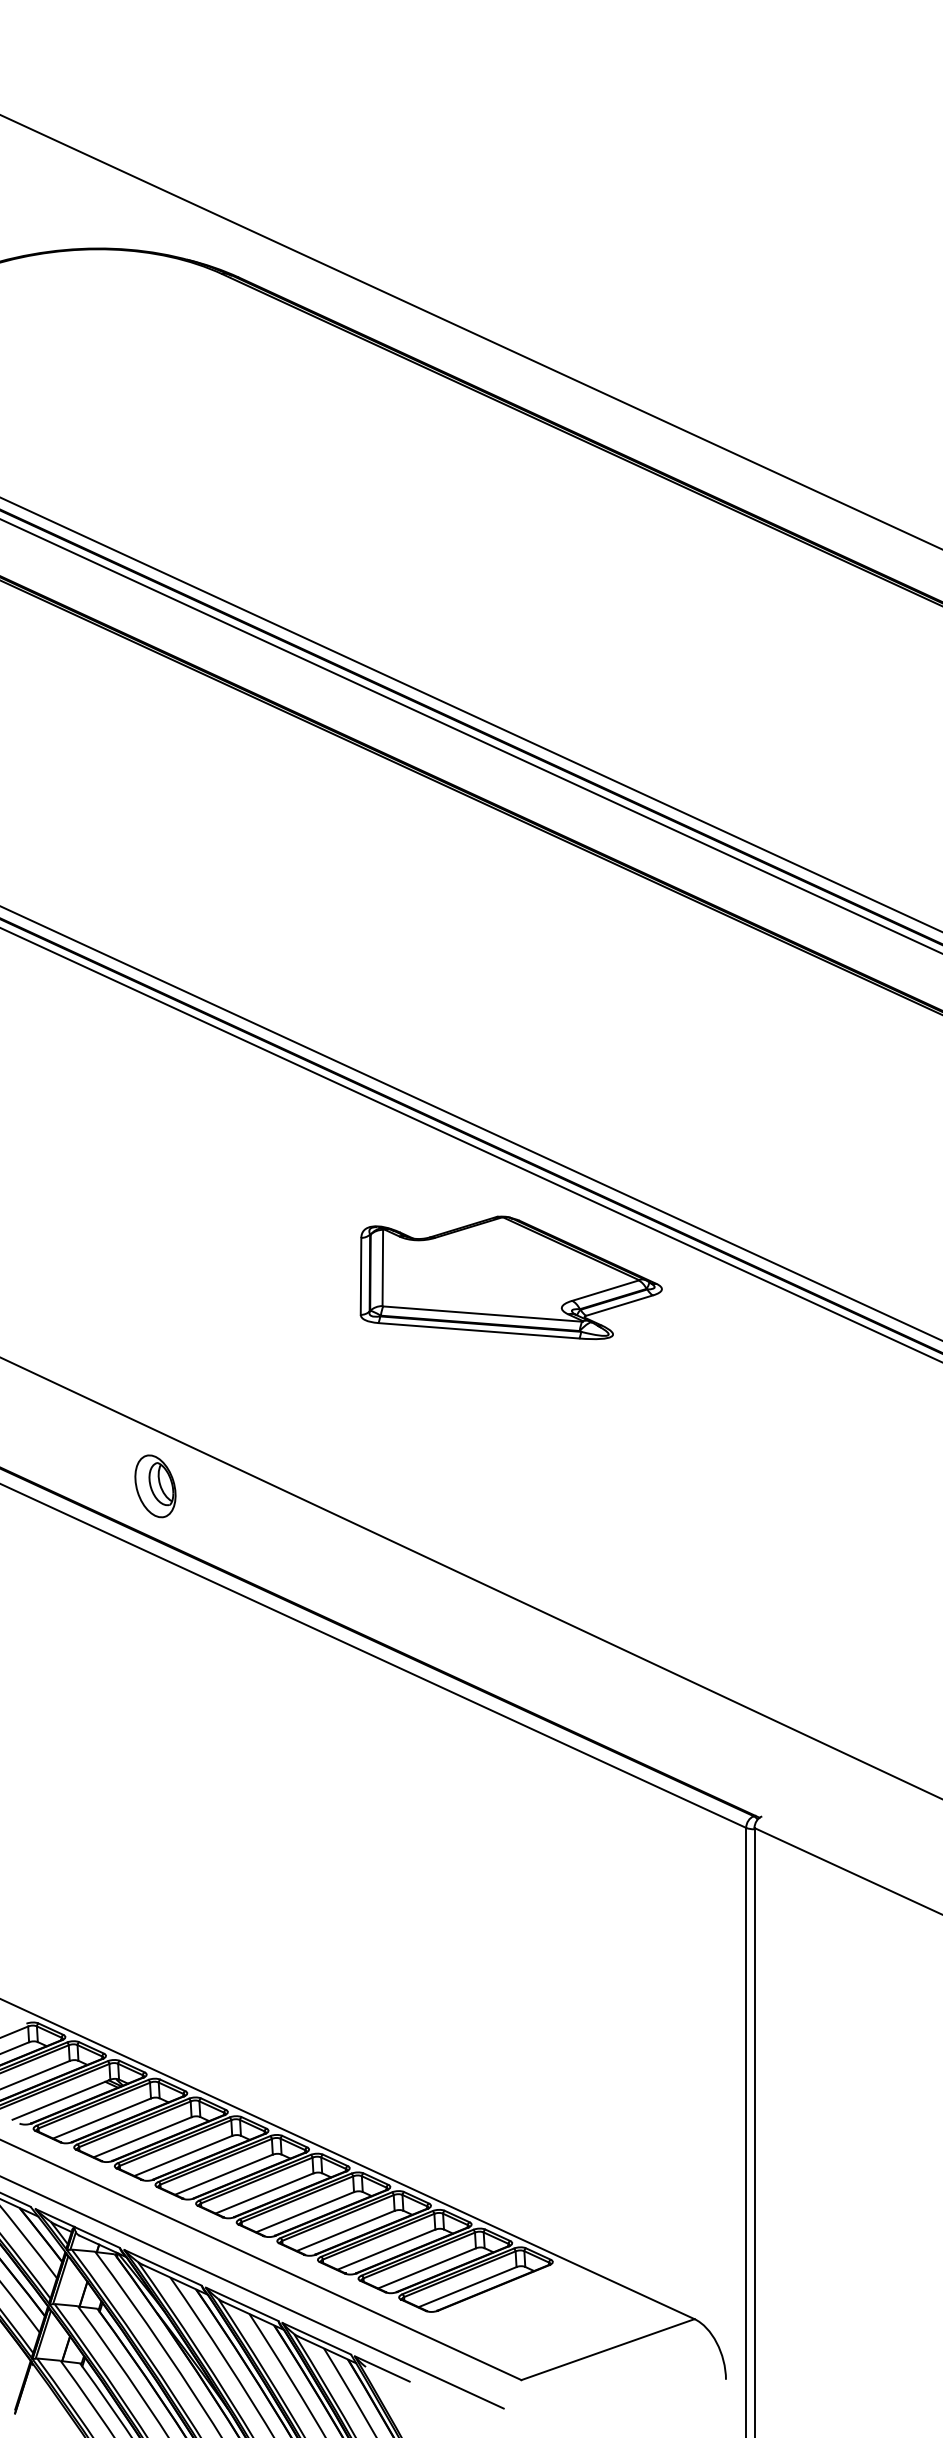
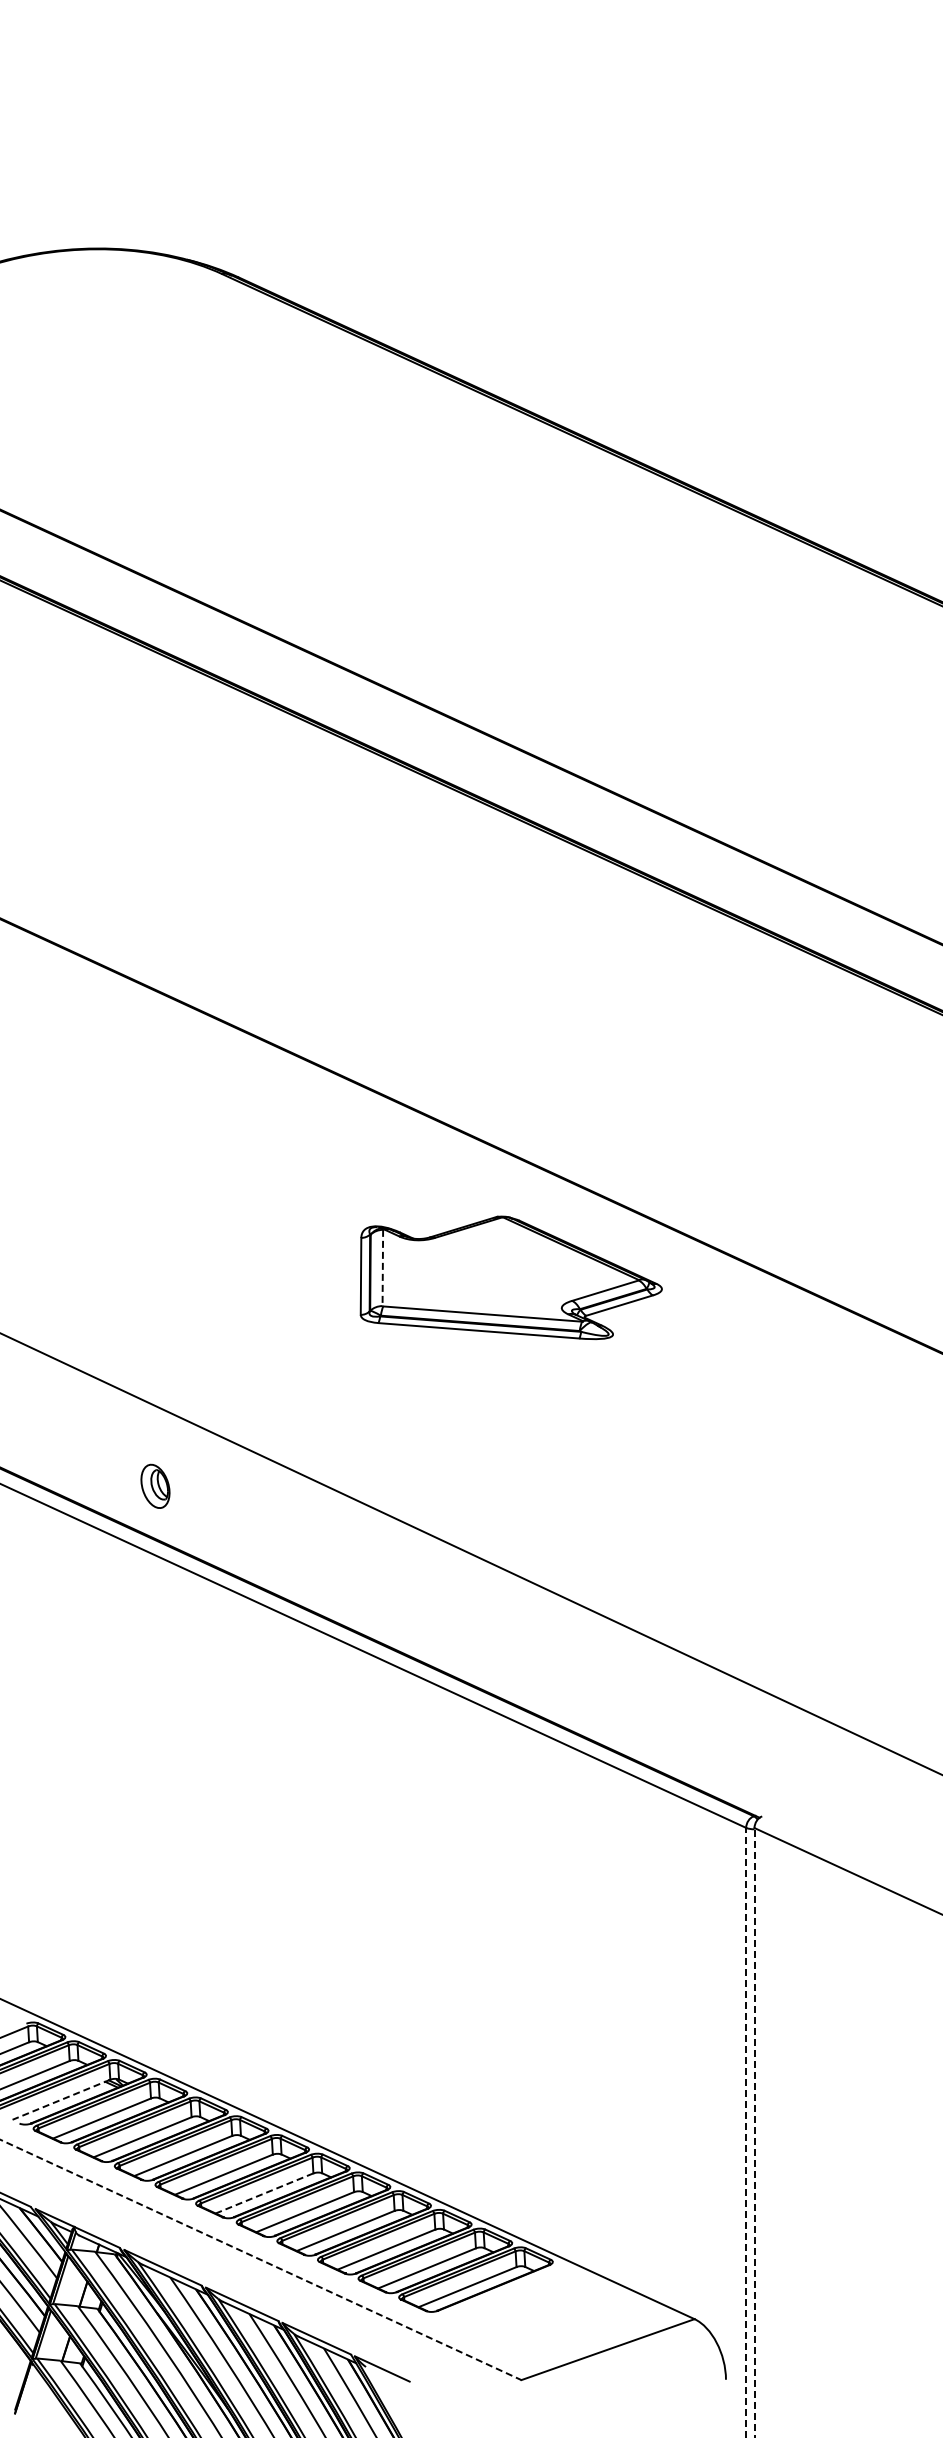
line at (470, 331): present -> none
line at (470, 714): present -> none
line at (470, 736): present -> none
line at (470, 1123): present -> none
line at (470, 1145): present -> none
line at (382, 1268): solid -> dashed
part at (155, 1486) size: 43x65 px -> 31x46 px
line at (470, 1577) position: (470, 1577) -> (470, 1553)
line at (61, 2099): solid -> dashed
line at (746, 2132): solid -> dashed
line at (754, 2133): solid -> dashed
line at (264, 2193): solid -> dashed
line at (260, 2259): solid -> dashed
line at (252, 2292): present -> none
